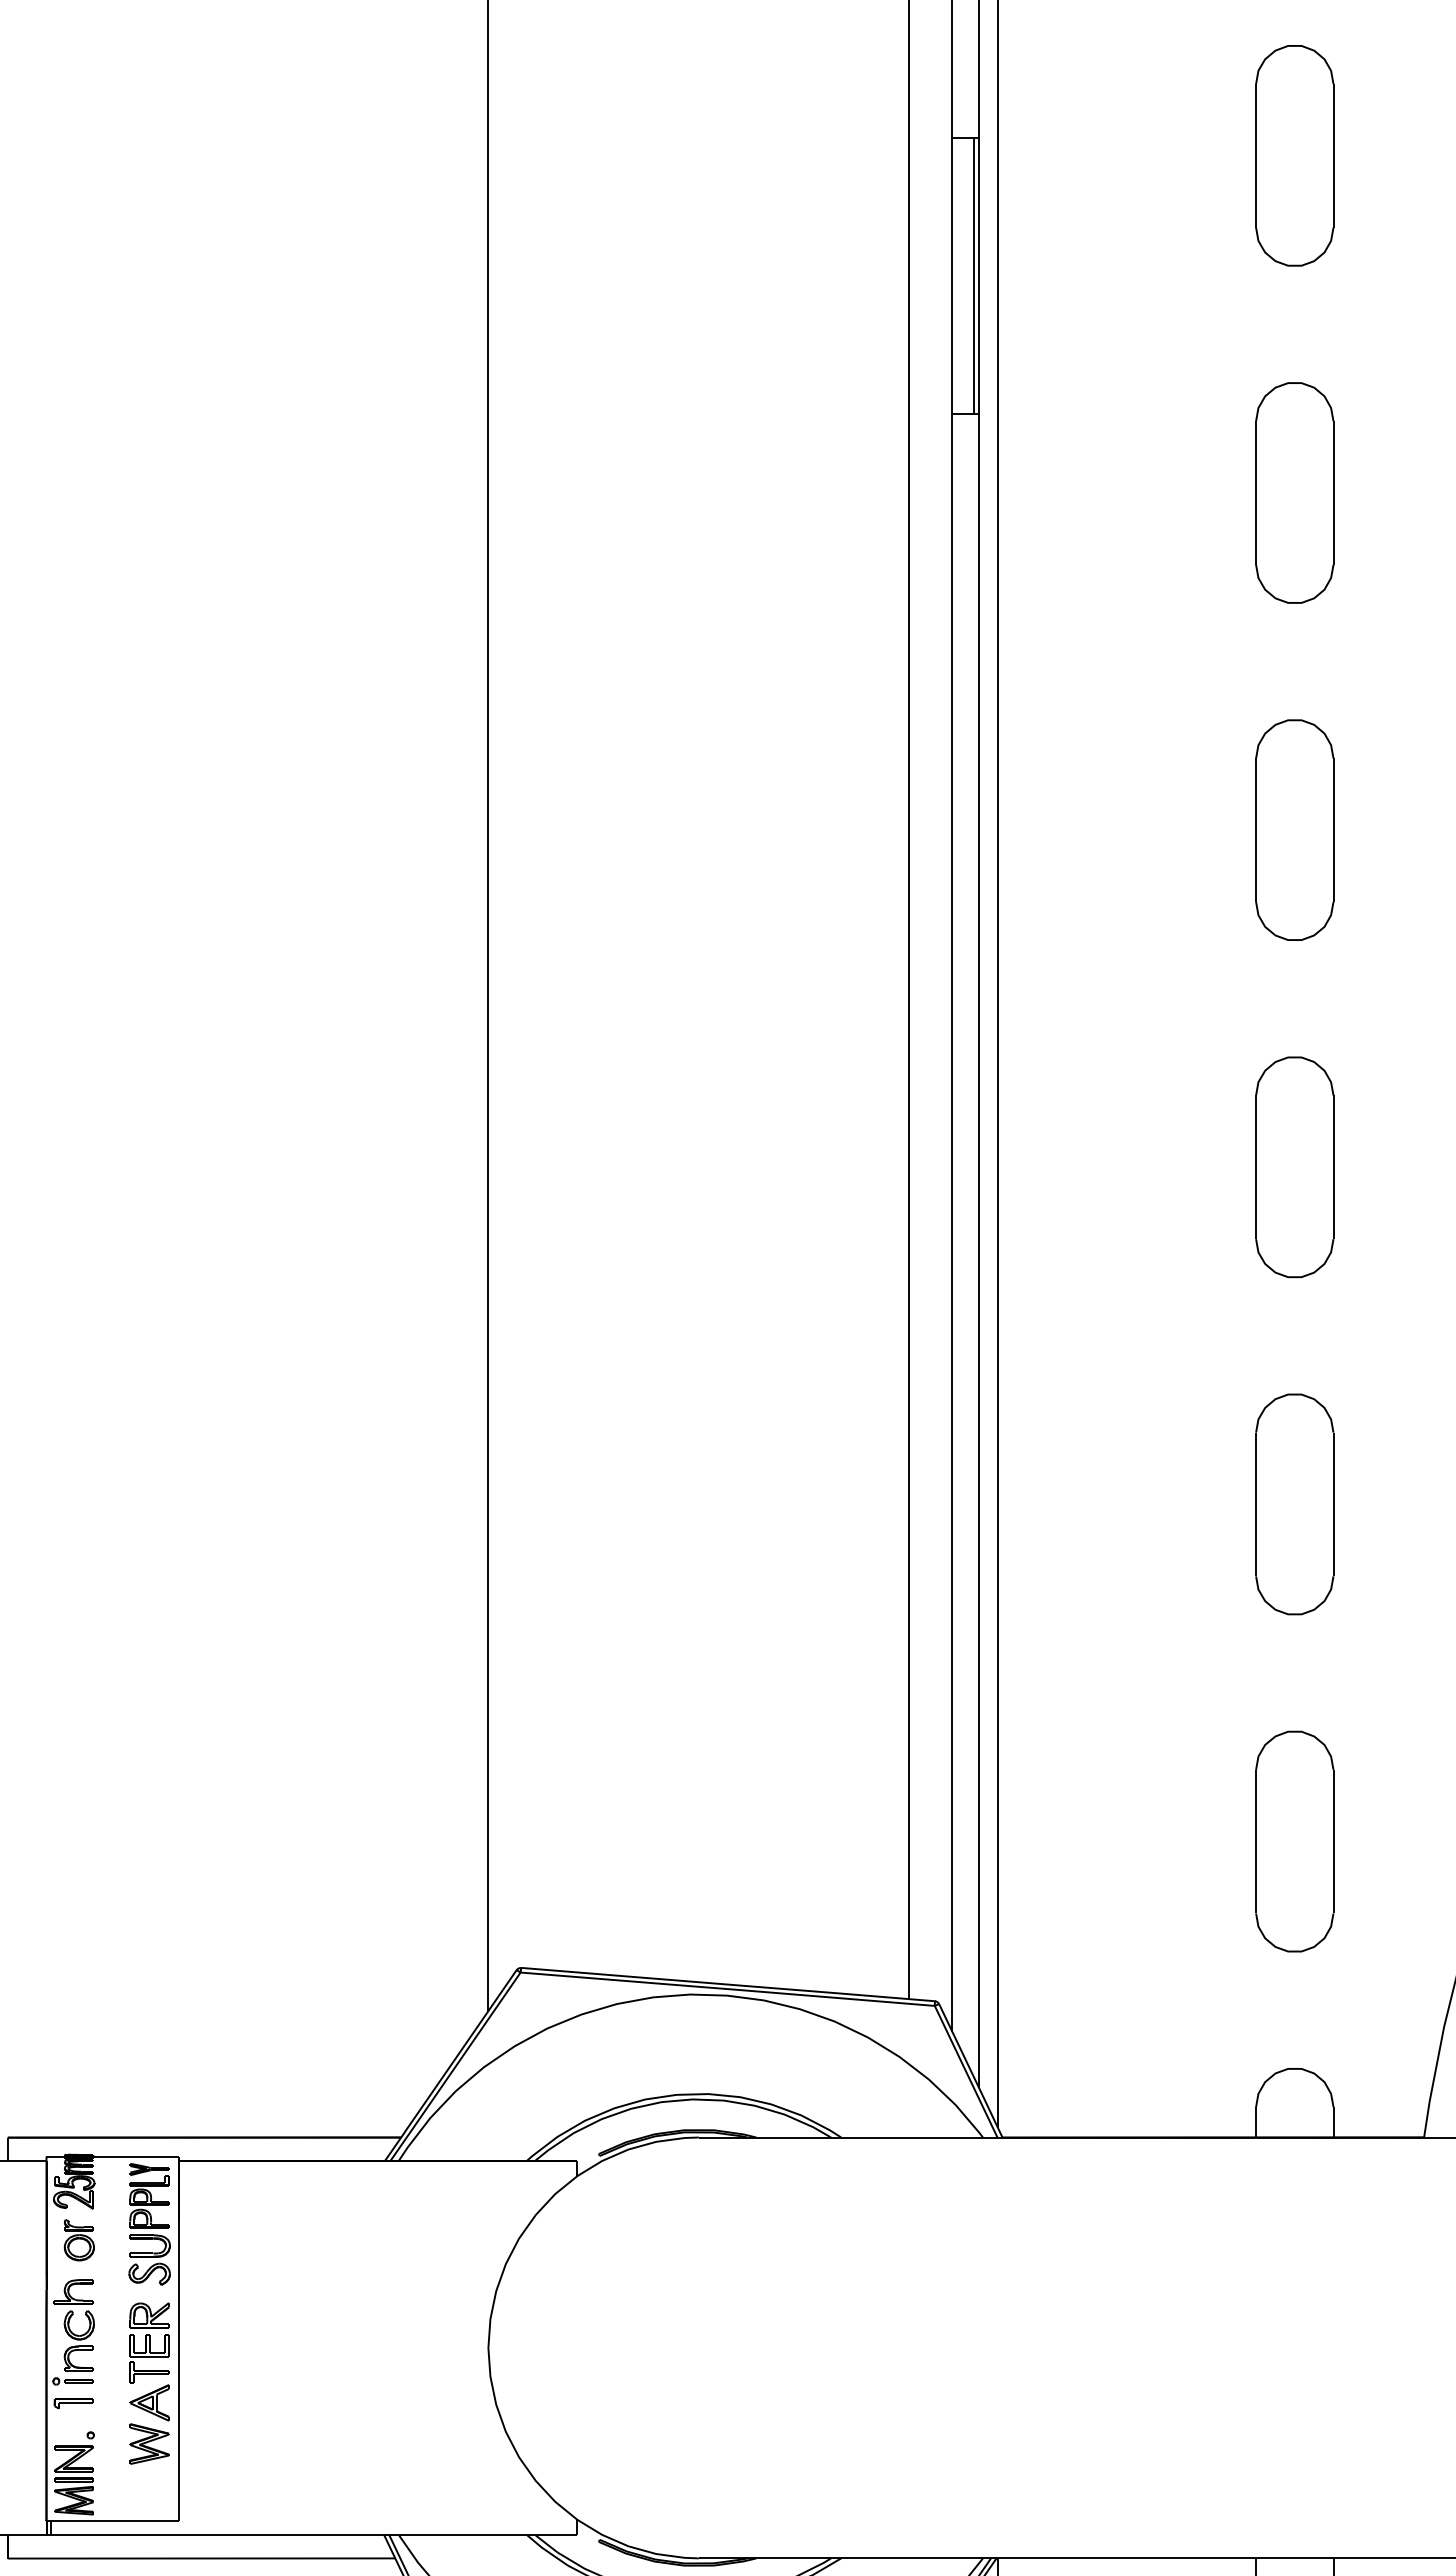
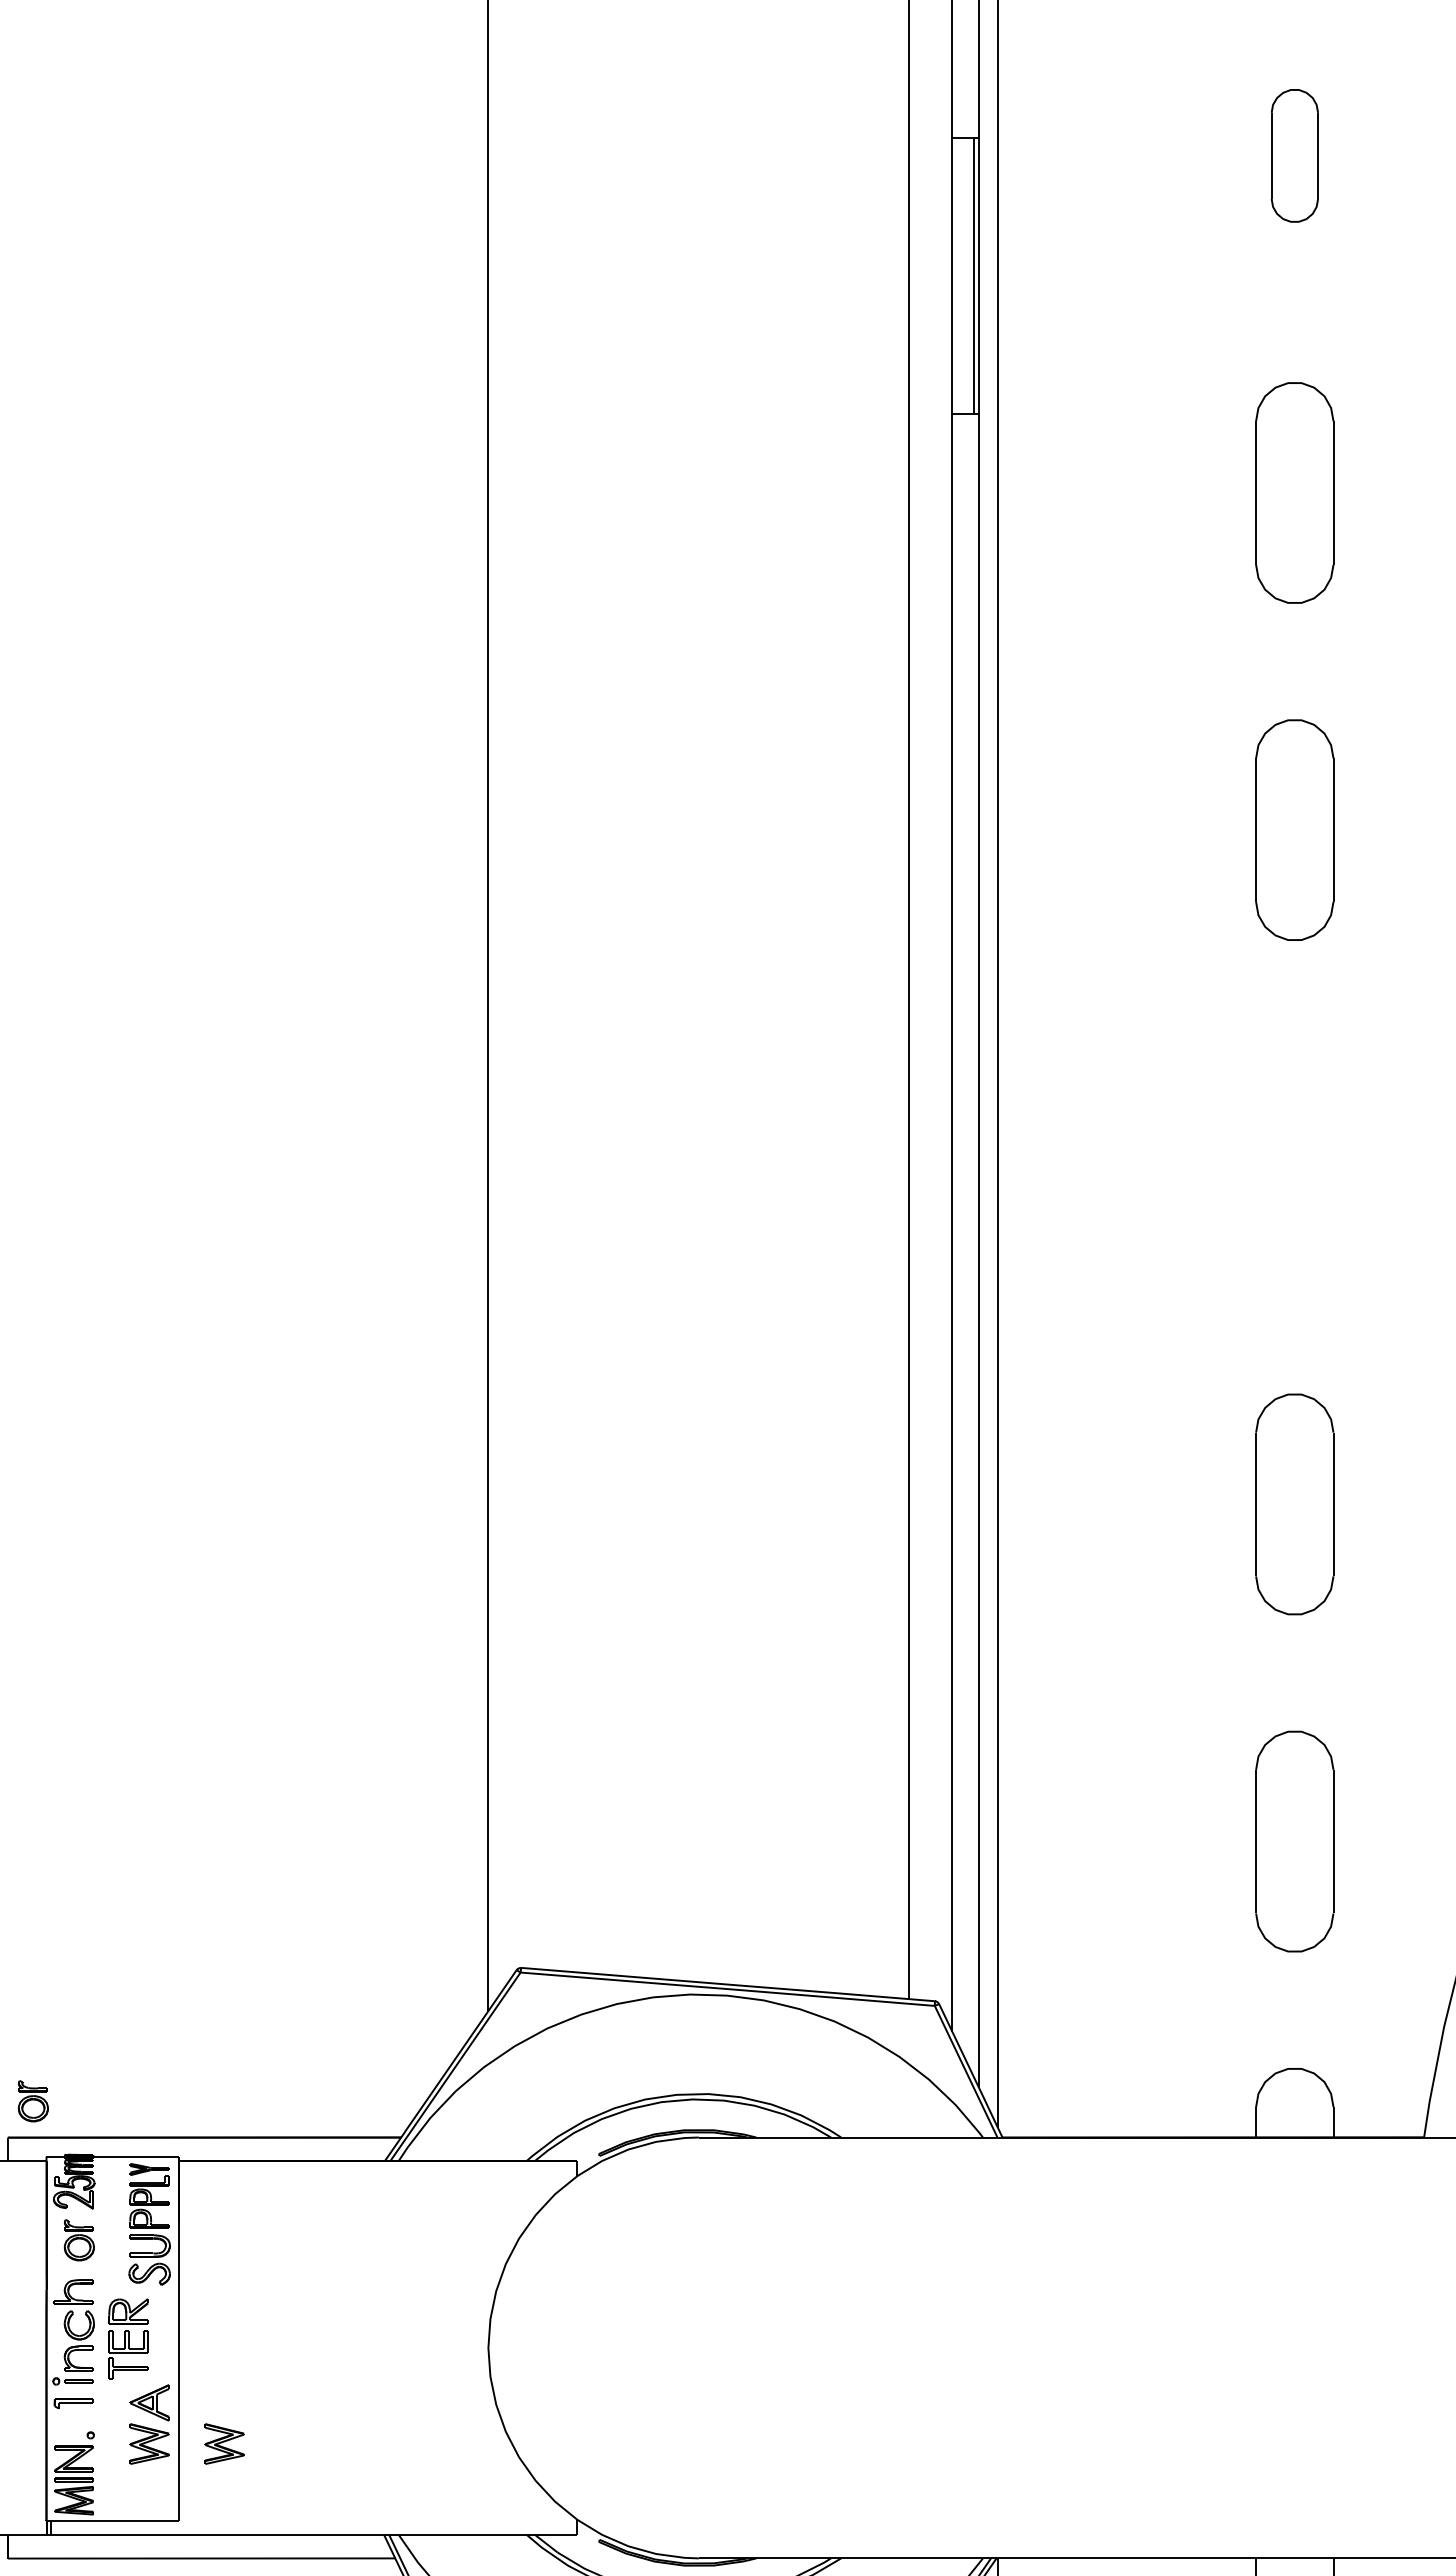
part at (1294, 155) size: 80x222 px -> 49x134 px
part at (1294, 1167): present -> none
part at (32, 2101): none -> present
part at (149, 2342) position: (149, 2342) -> (128, 2338)
part at (224, 2443): none -> present
